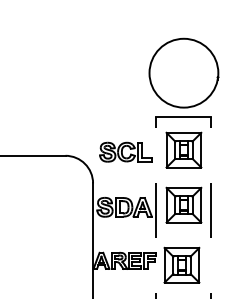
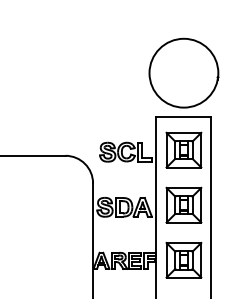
line at (156, 207): dashed -> solid
line at (211, 207): dashed -> solid
part at (181, 264) position: (181, 264) -> (183, 259)
